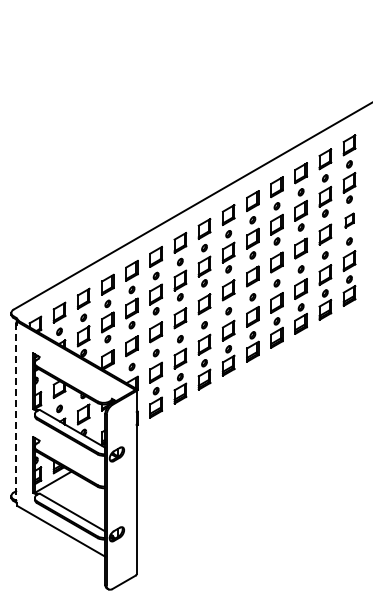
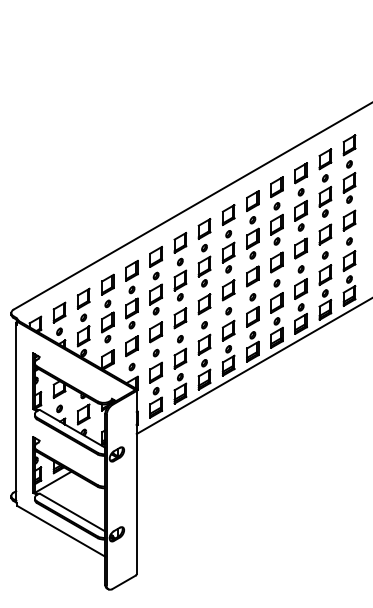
part at (349, 220) size: 11x17 px -> 15x23 px
line at (252, 366): none -> present
line at (16, 412): dashed -> solid
